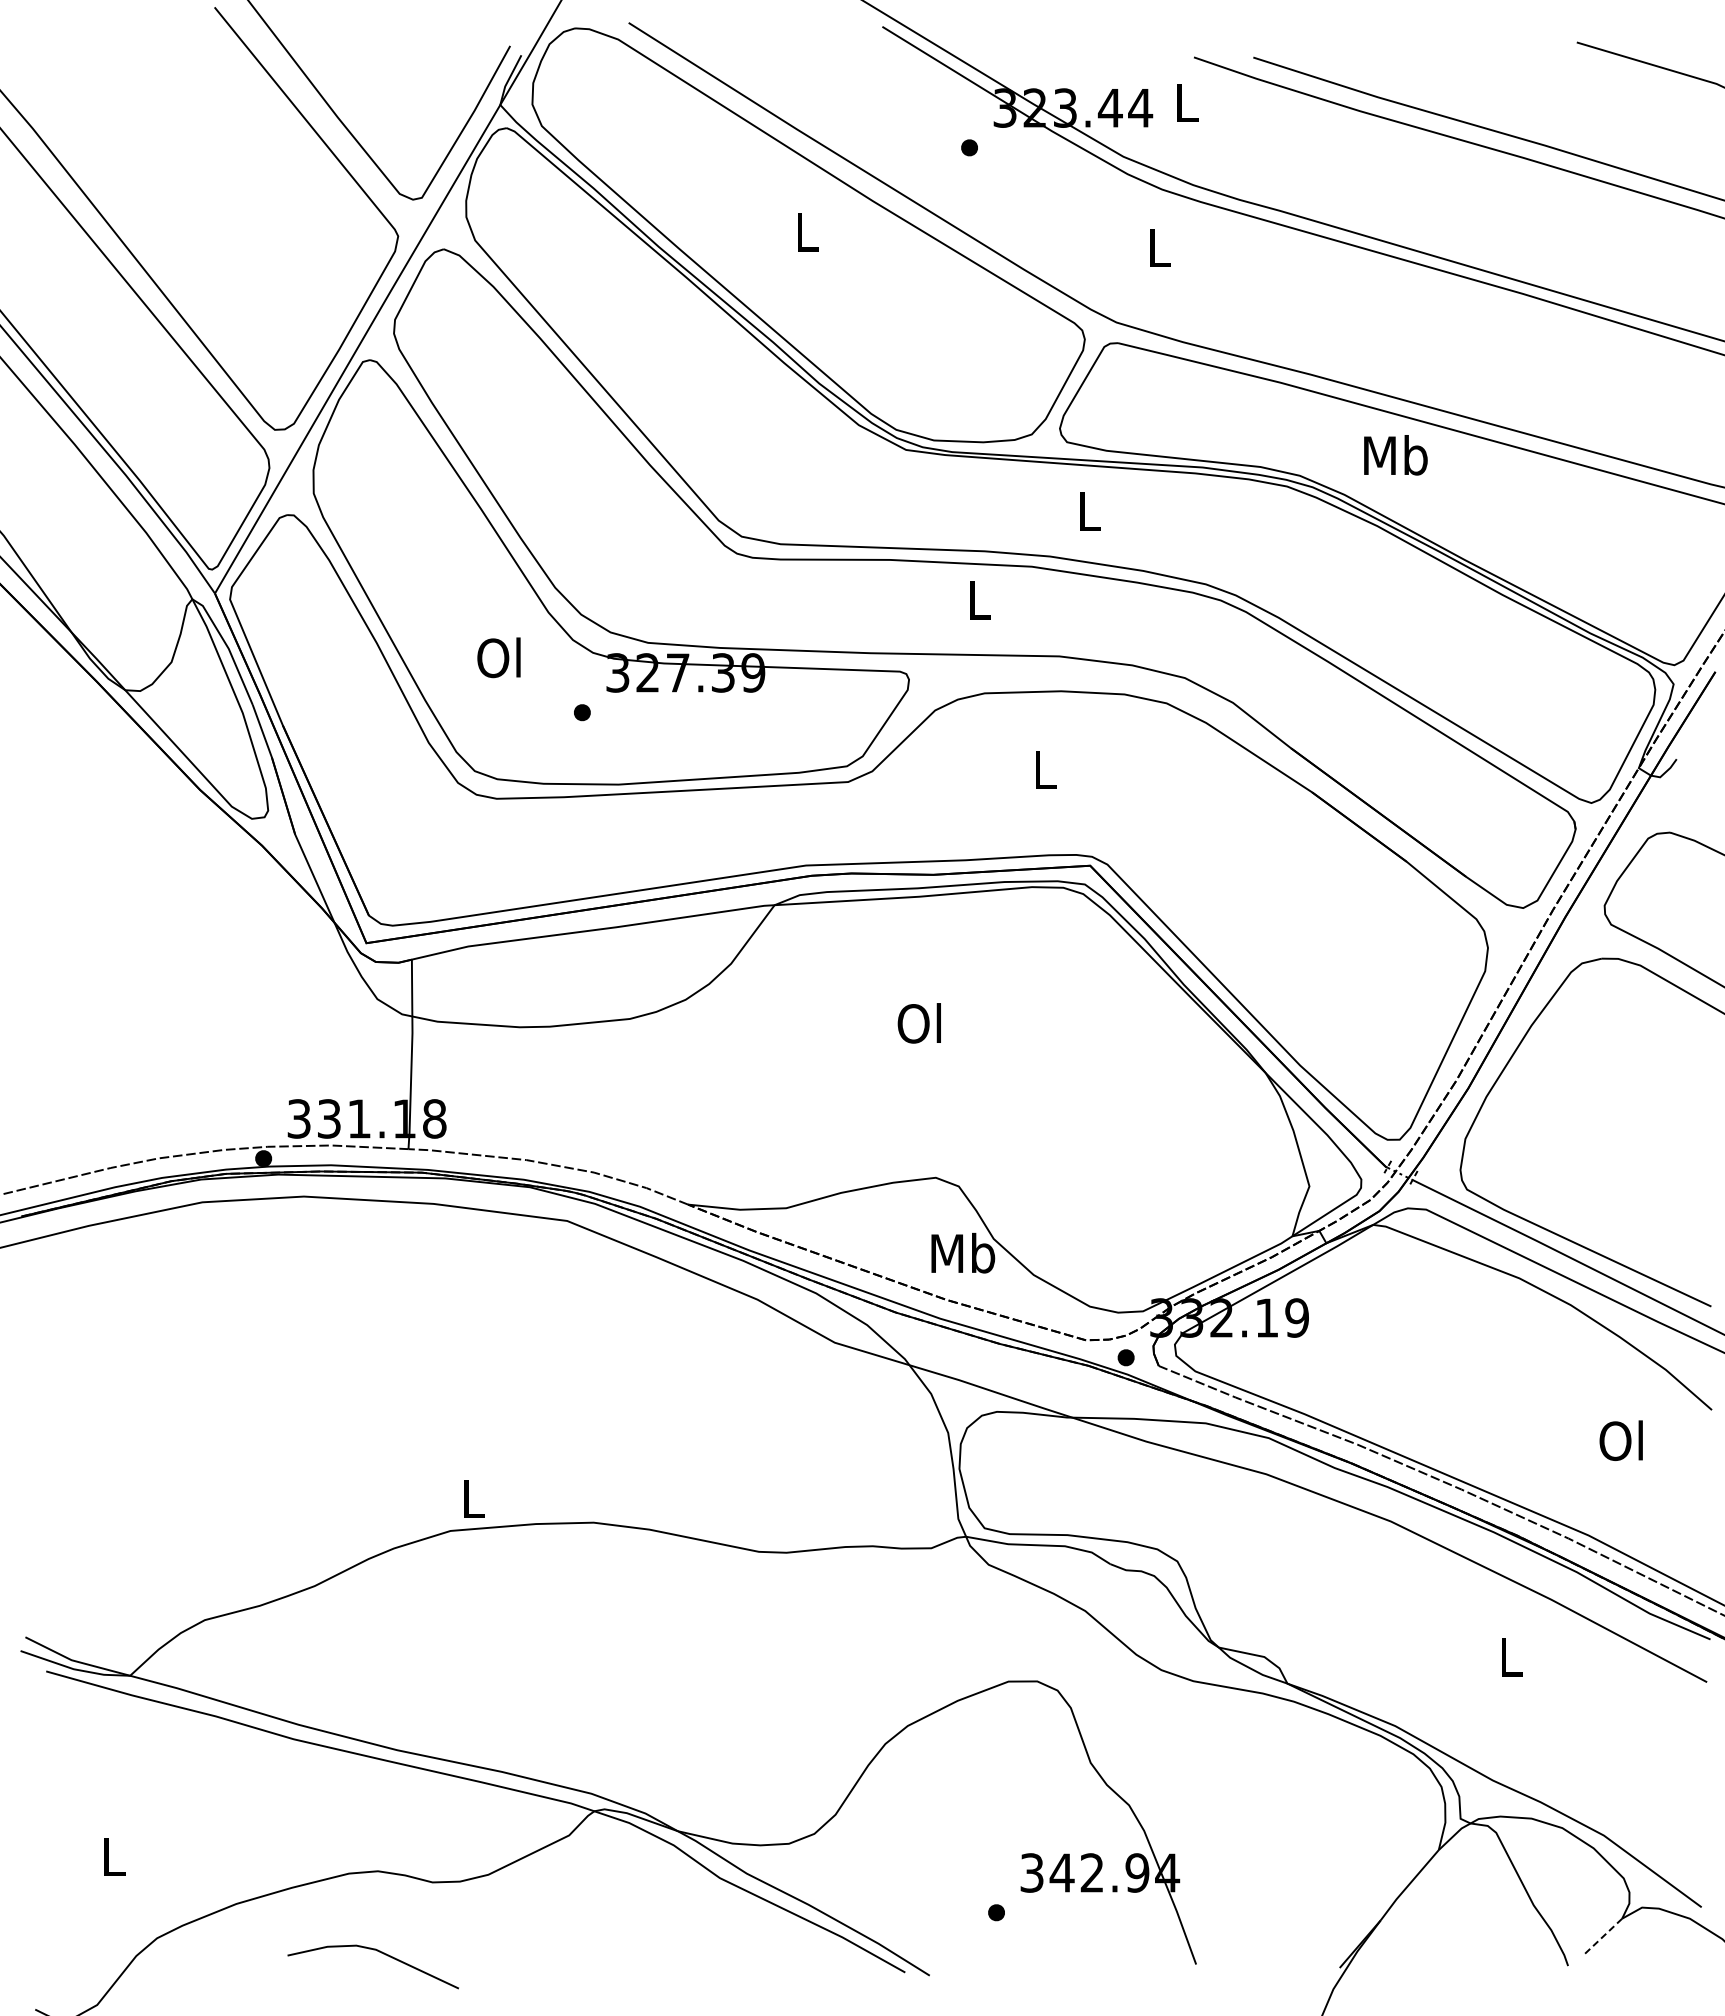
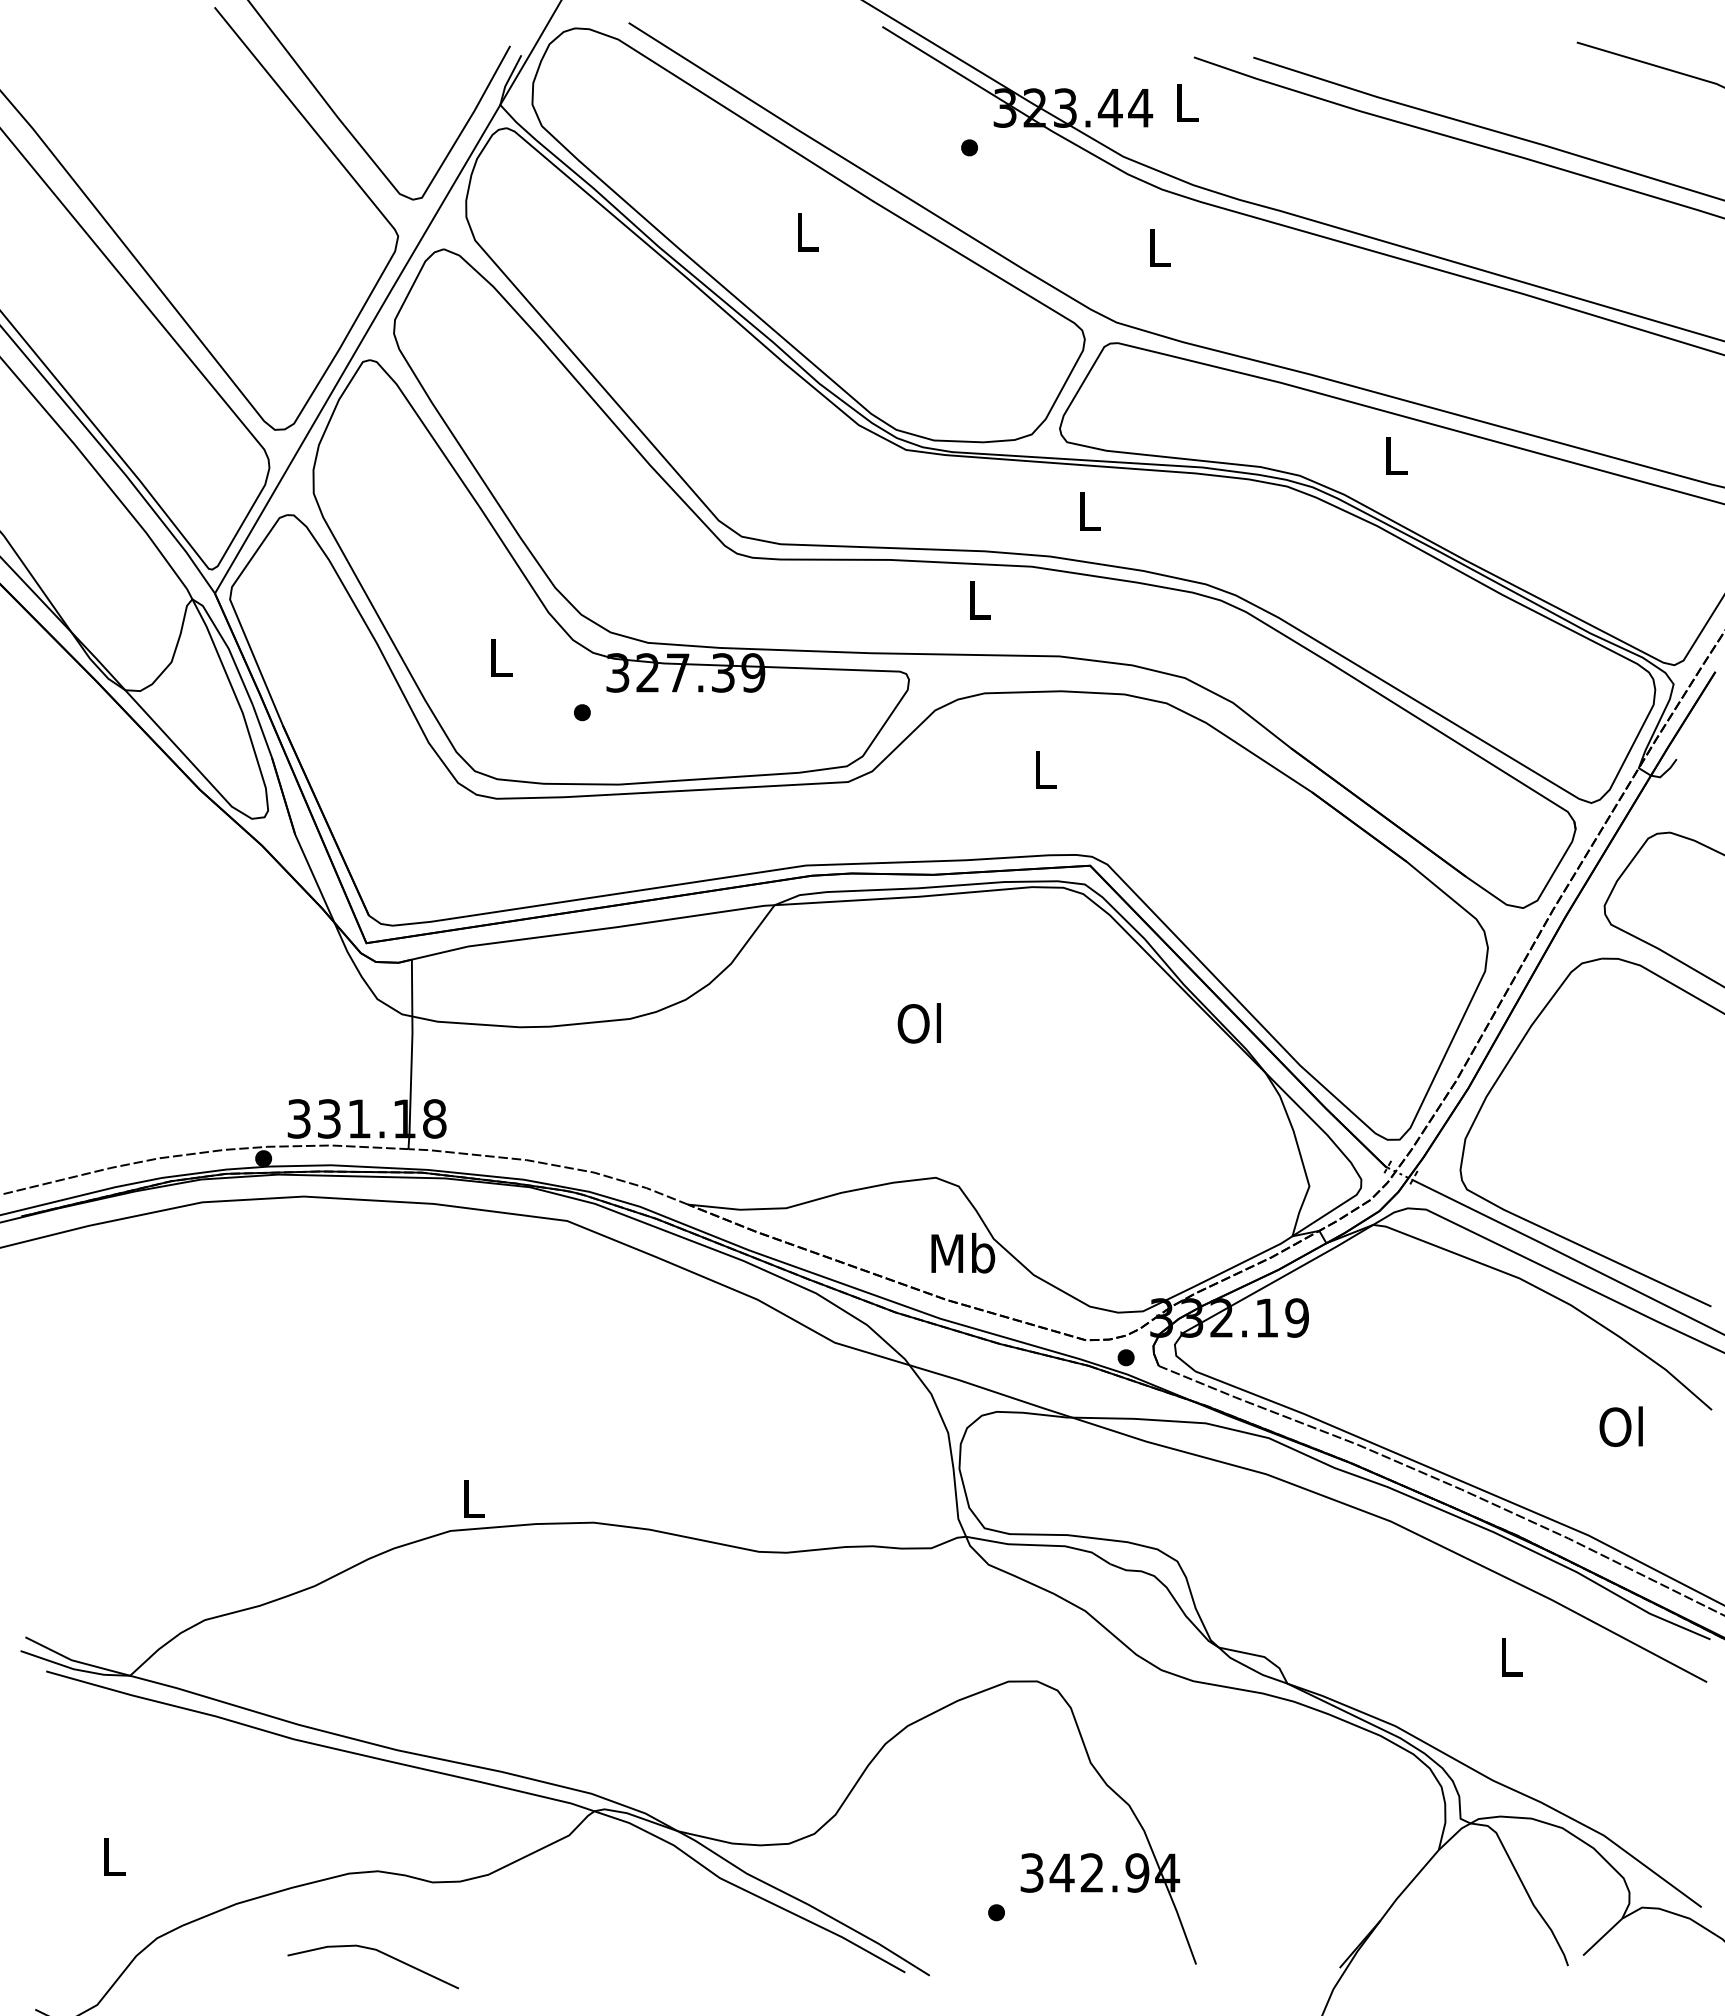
text at (1395, 455): Mb -> L
text at (498, 657): Ol -> L
text at (1620, 1440) position: (1620, 1440) -> (1620, 1426)
line at (1602, 1937): dashed -> solid
